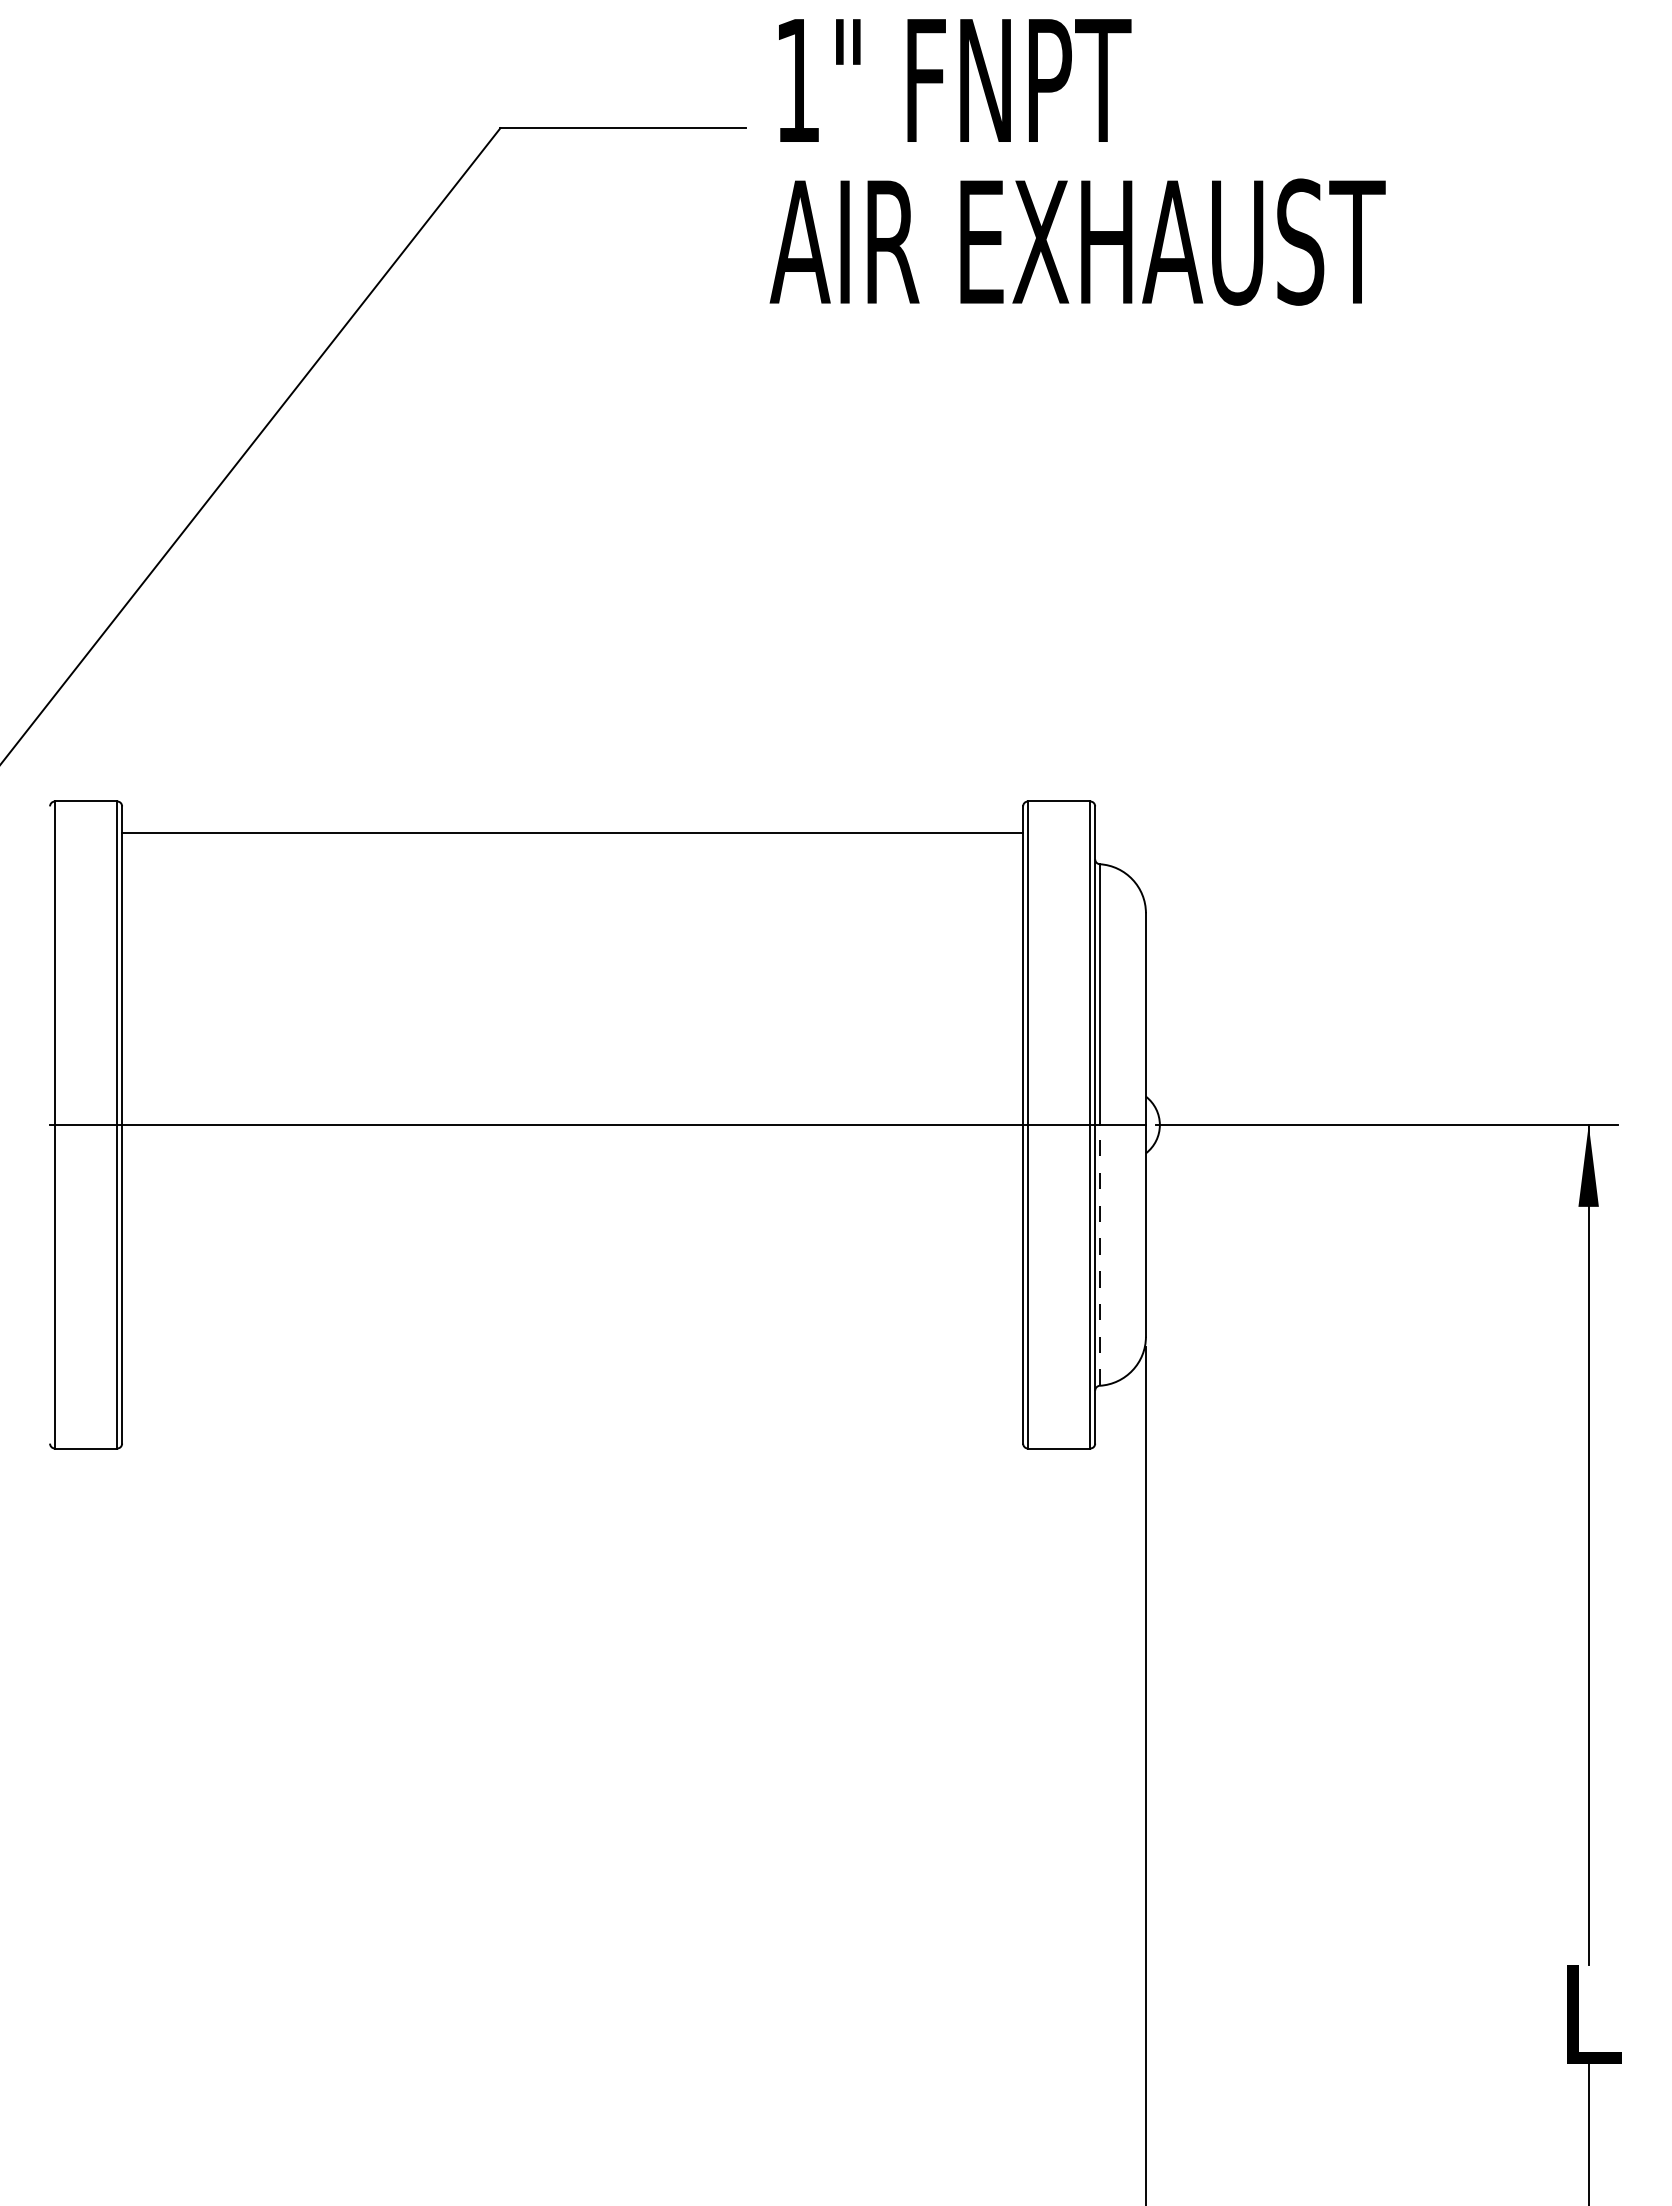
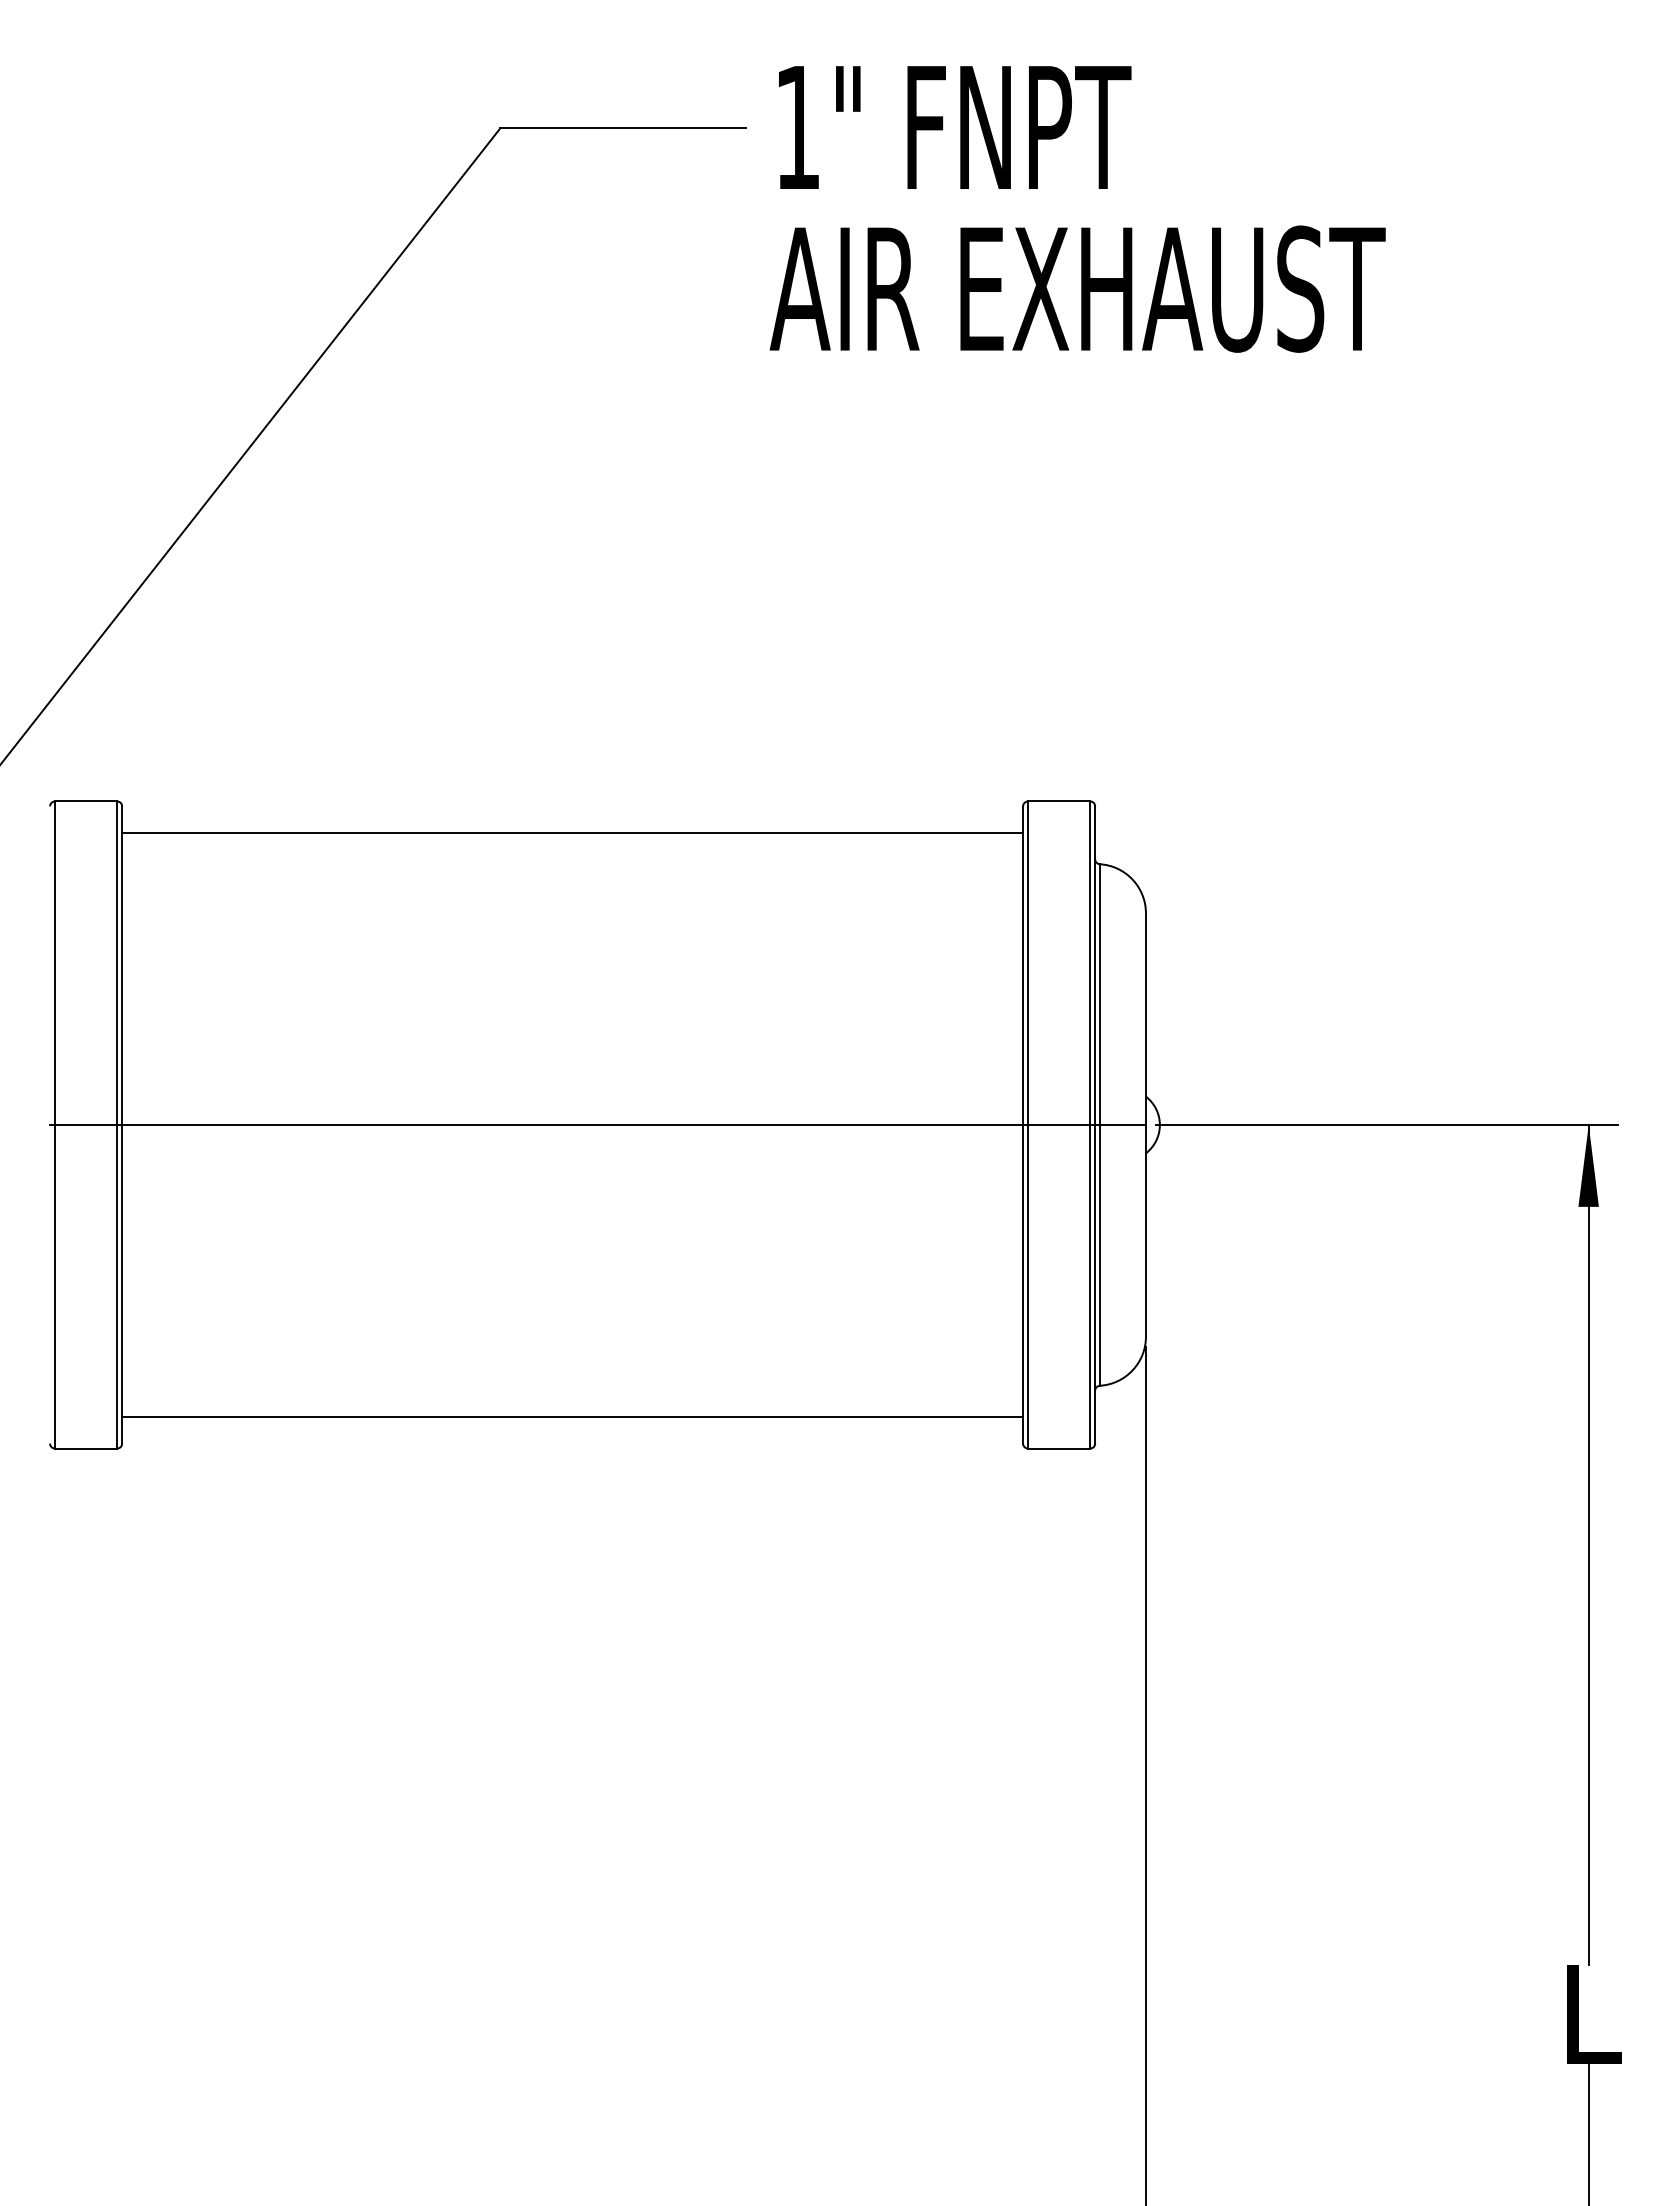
text at (1077, 162) position: (1077, 162) -> (1077, 209)
line at (1099, 1254): dashed -> solid
line at (572, 1417): none -> present
